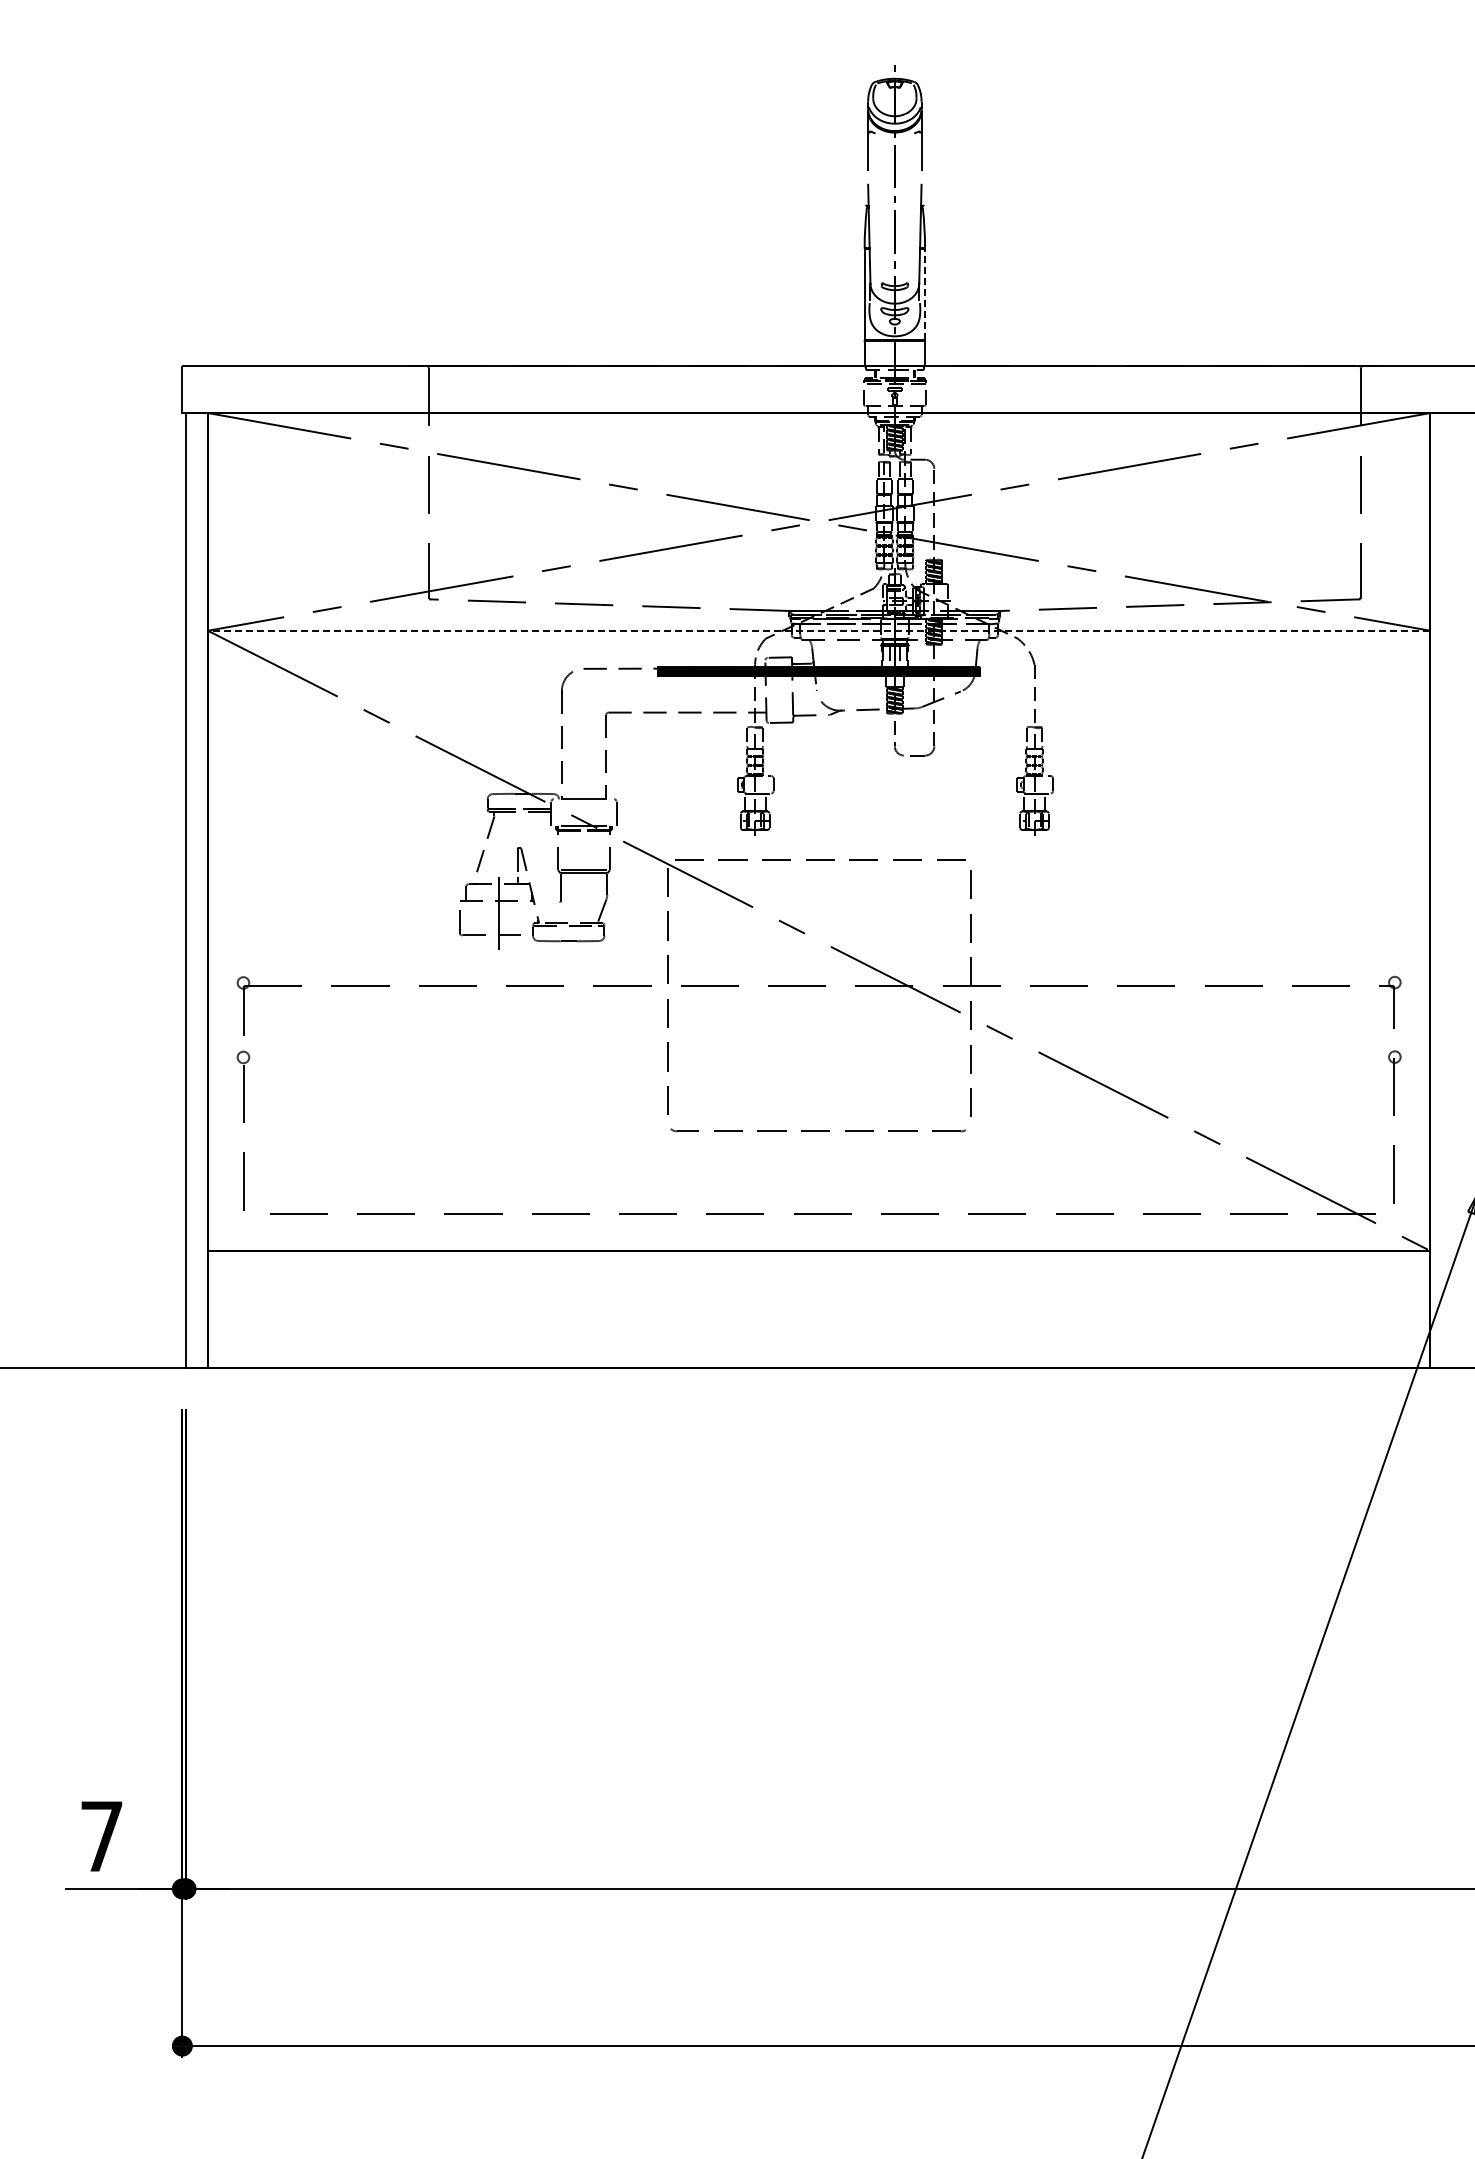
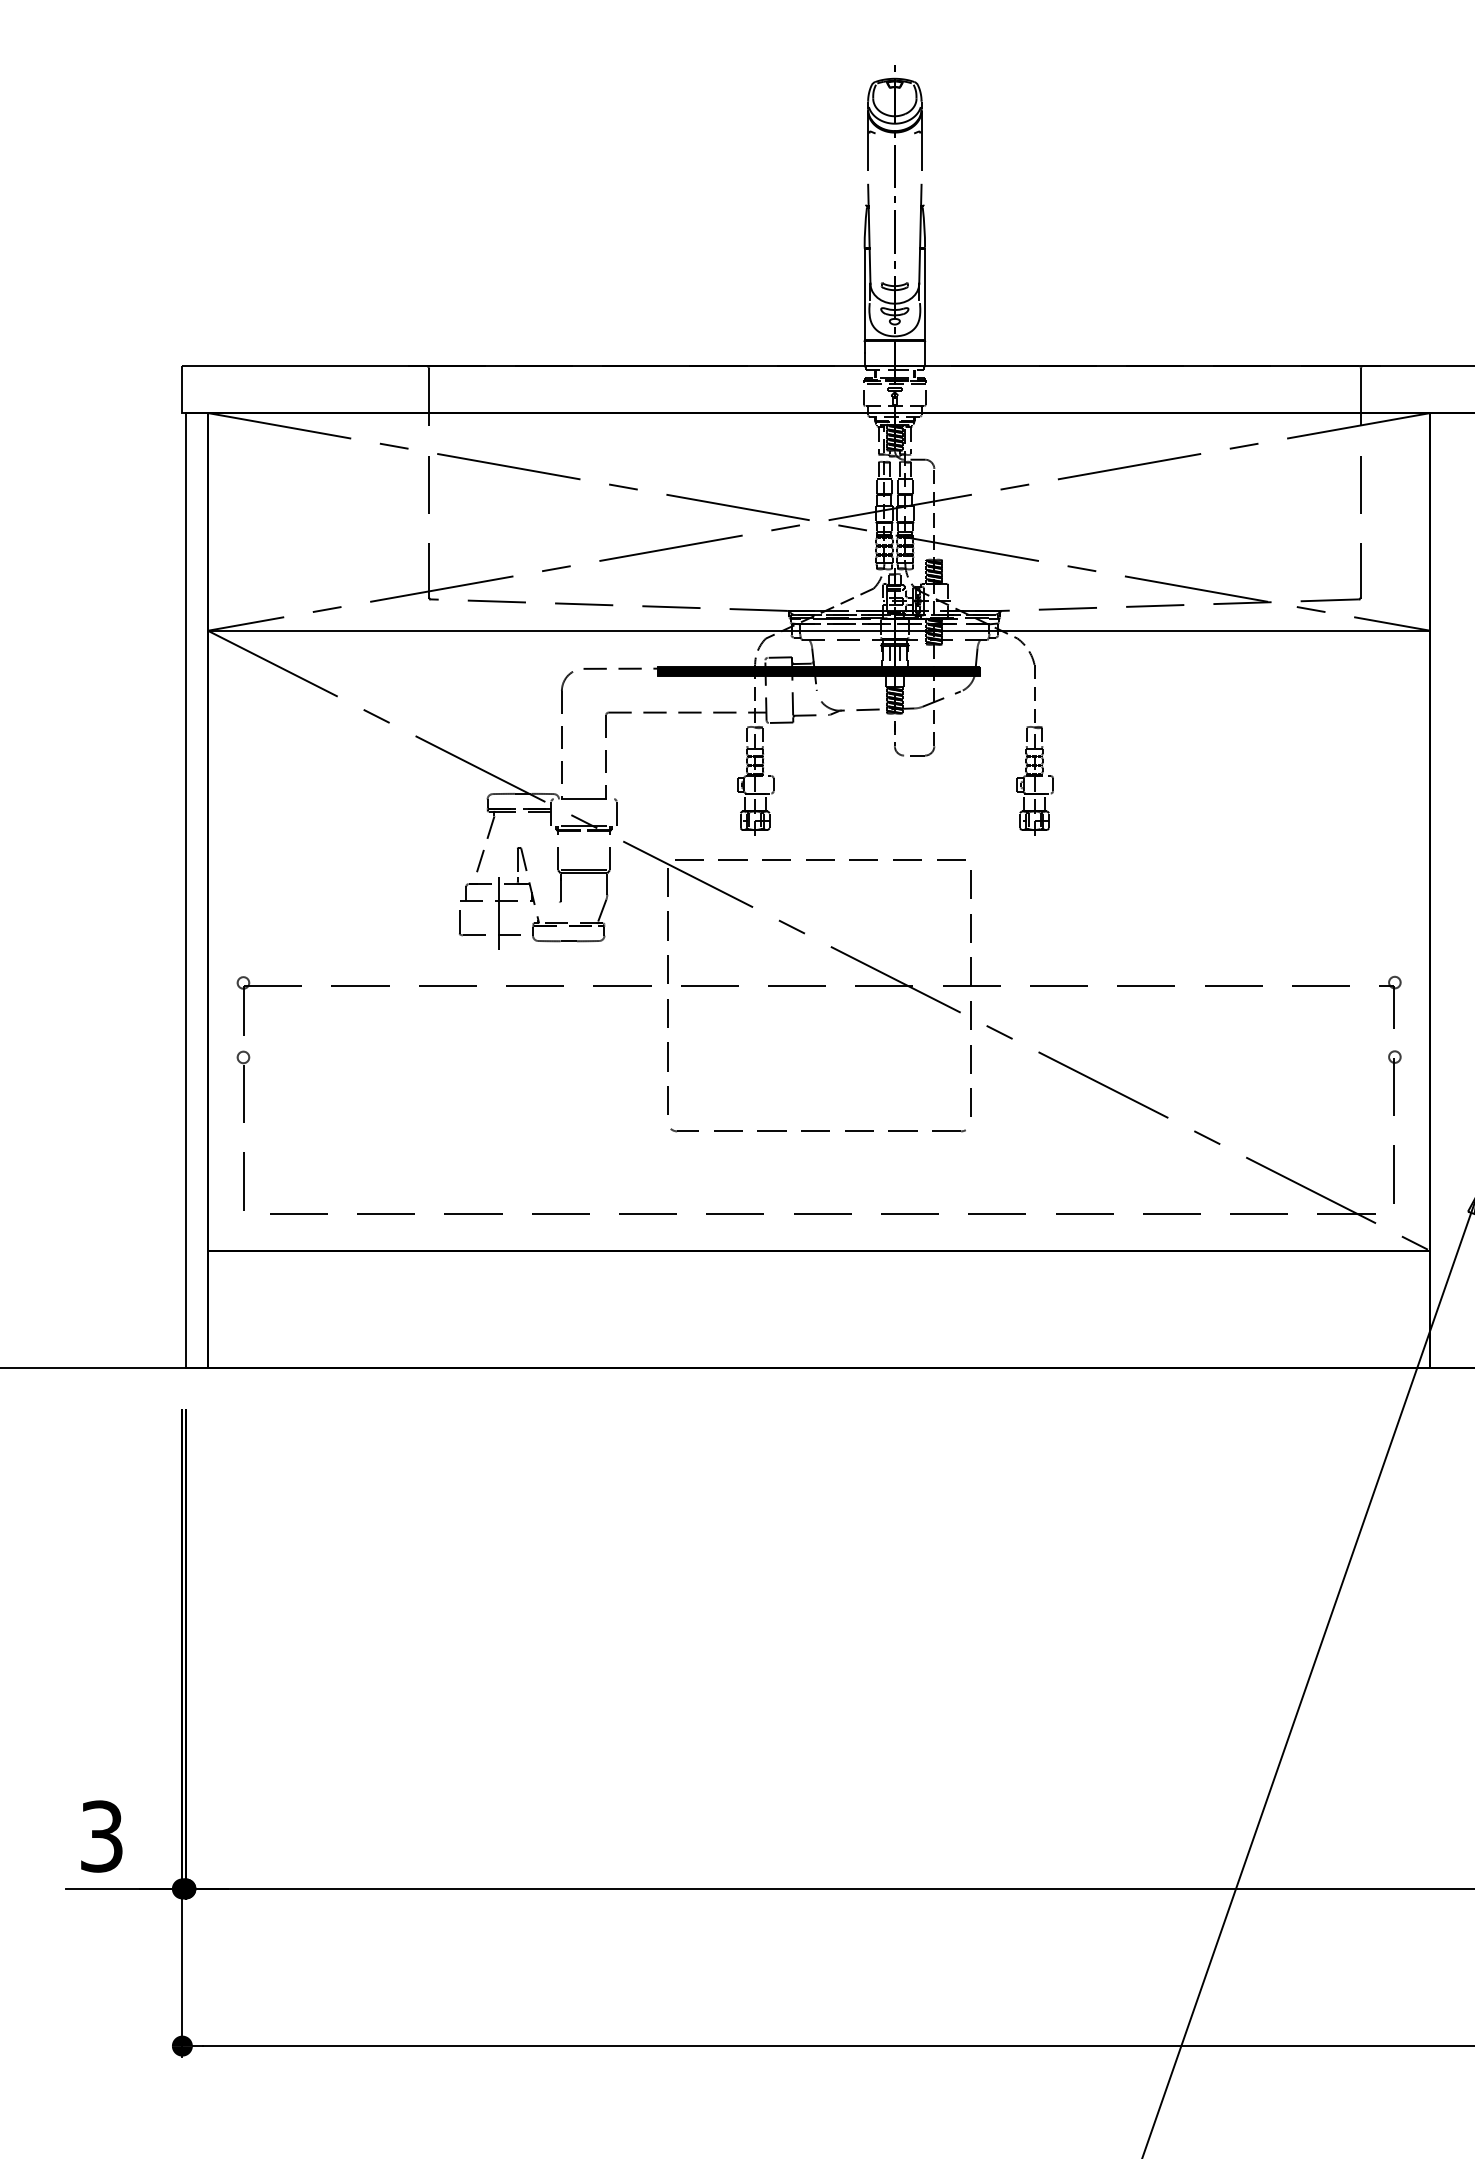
line at (925, 294): dashed -> solid
line at (818, 630): dashed -> solid
text at (101, 1836): 7 -> 3
